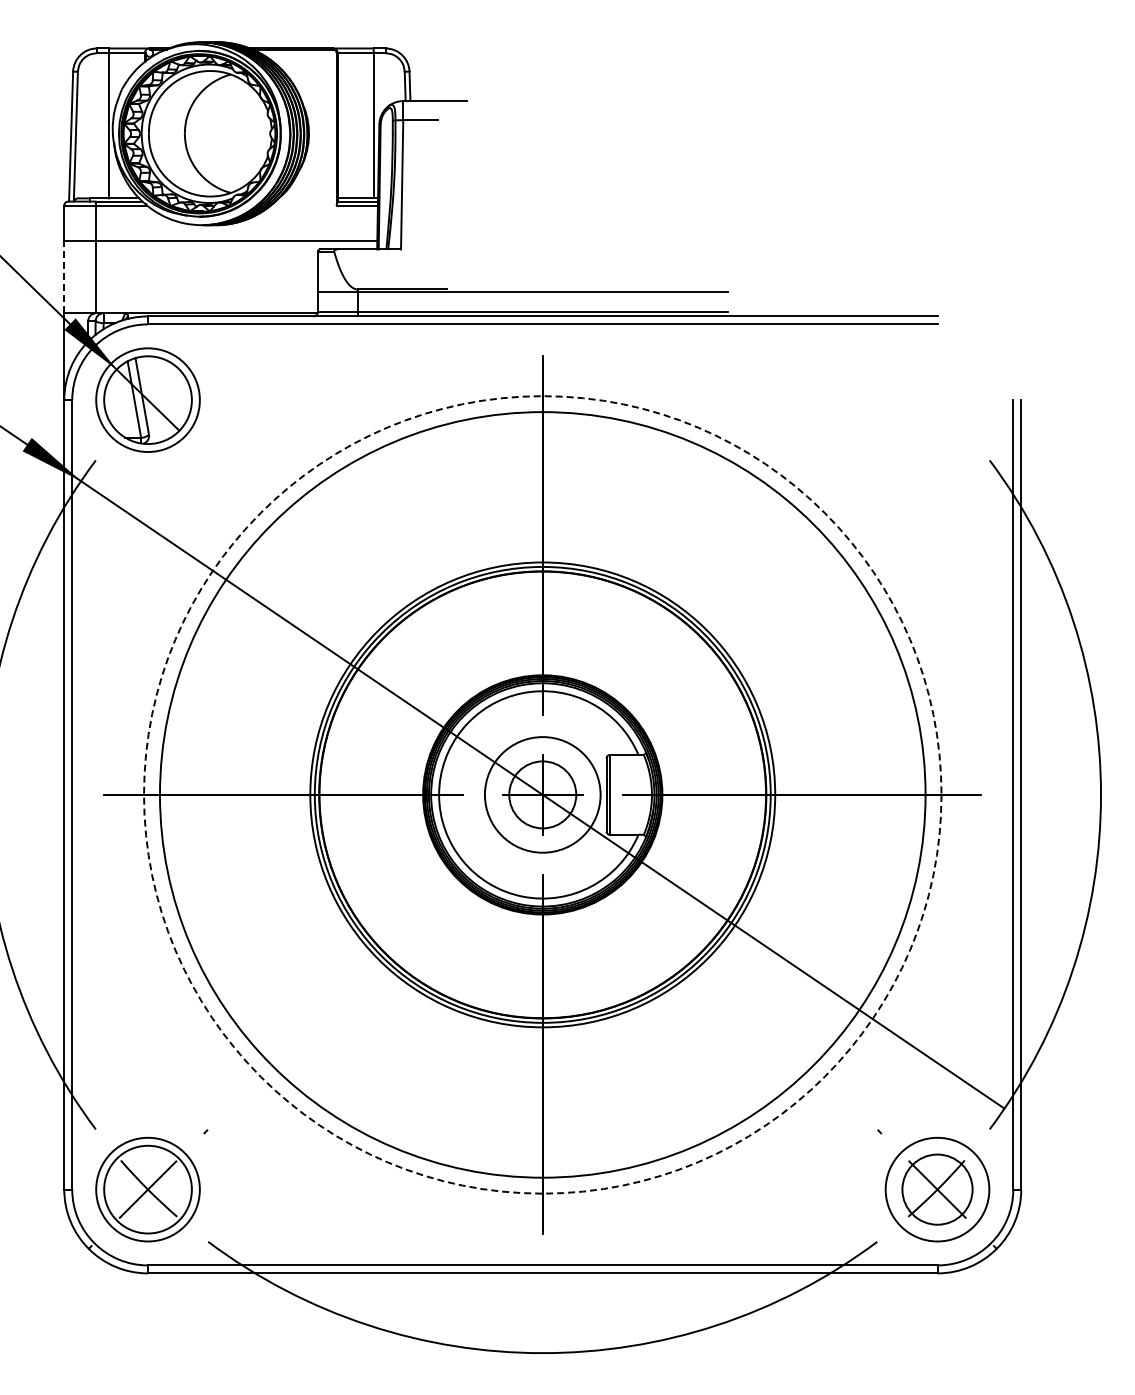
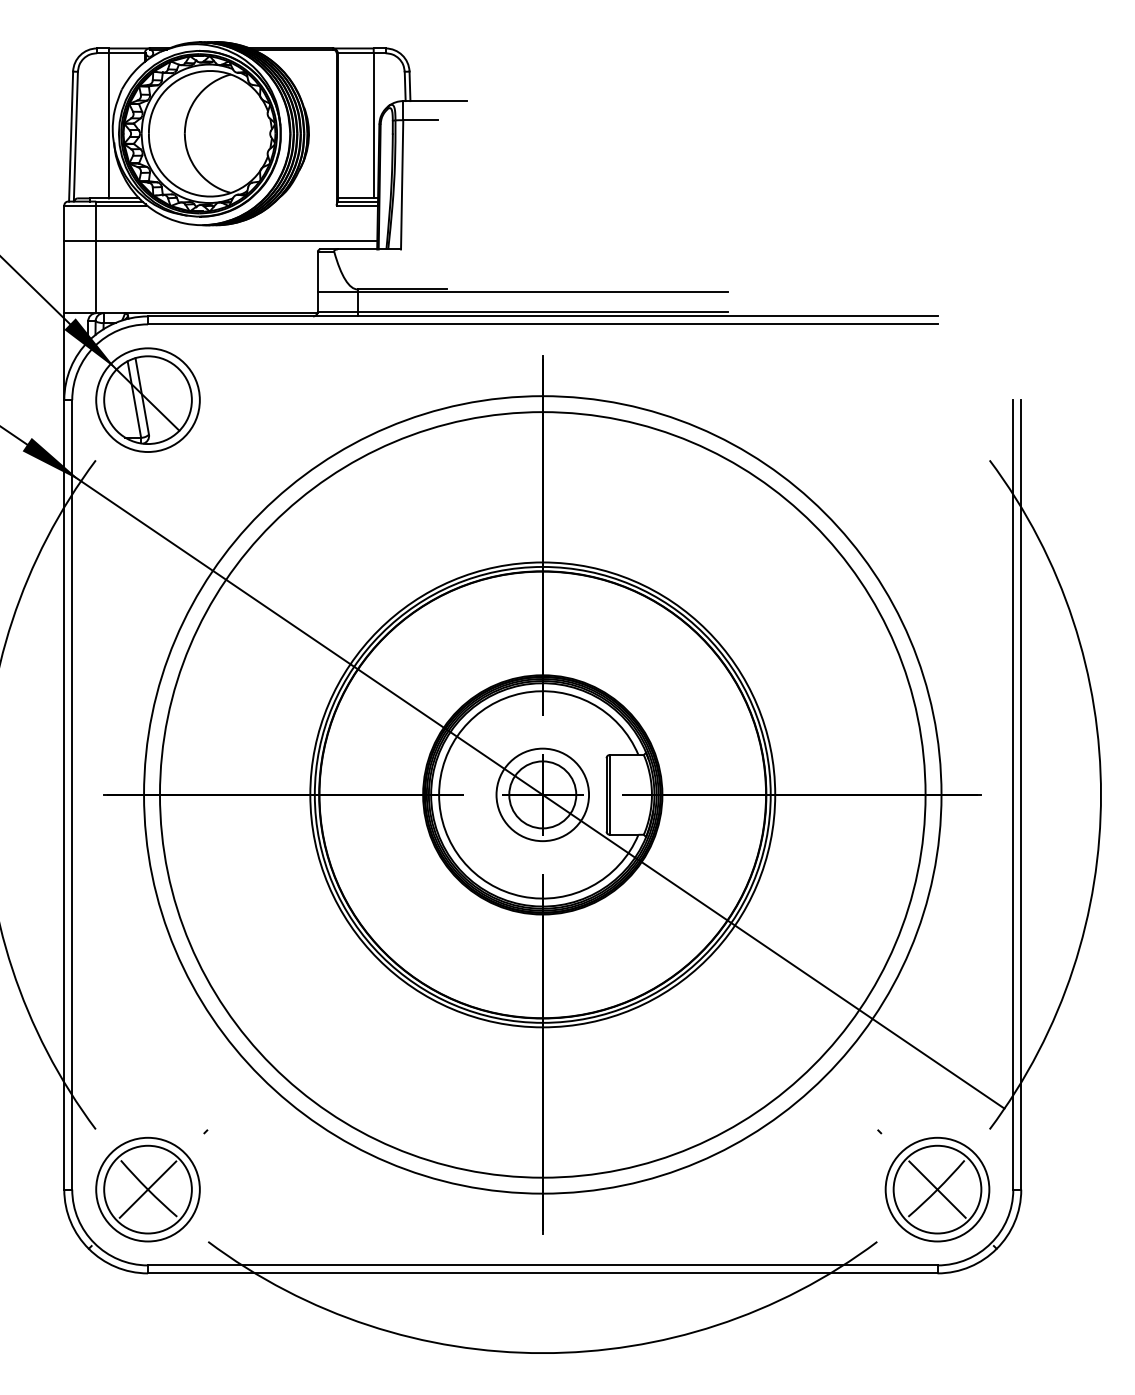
line at (64, 277): dashed -> solid
circle at (542, 794) diameter: 116 px -> 93 px
circle at (542, 794): dashed -> solid
circle at (937, 1189) diameter: 70 px -> 88 px
